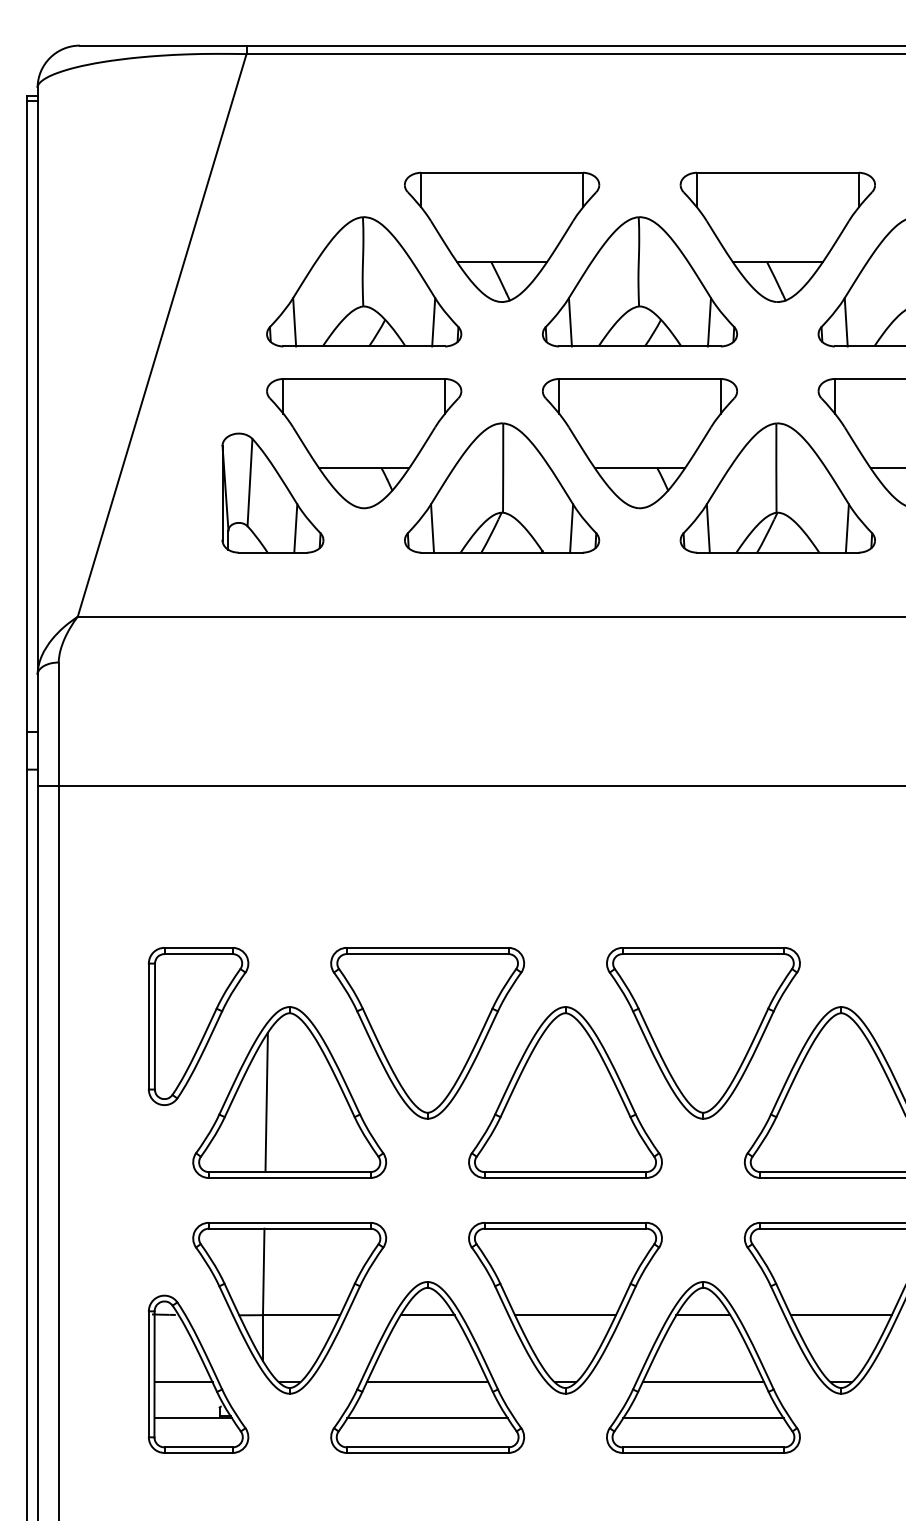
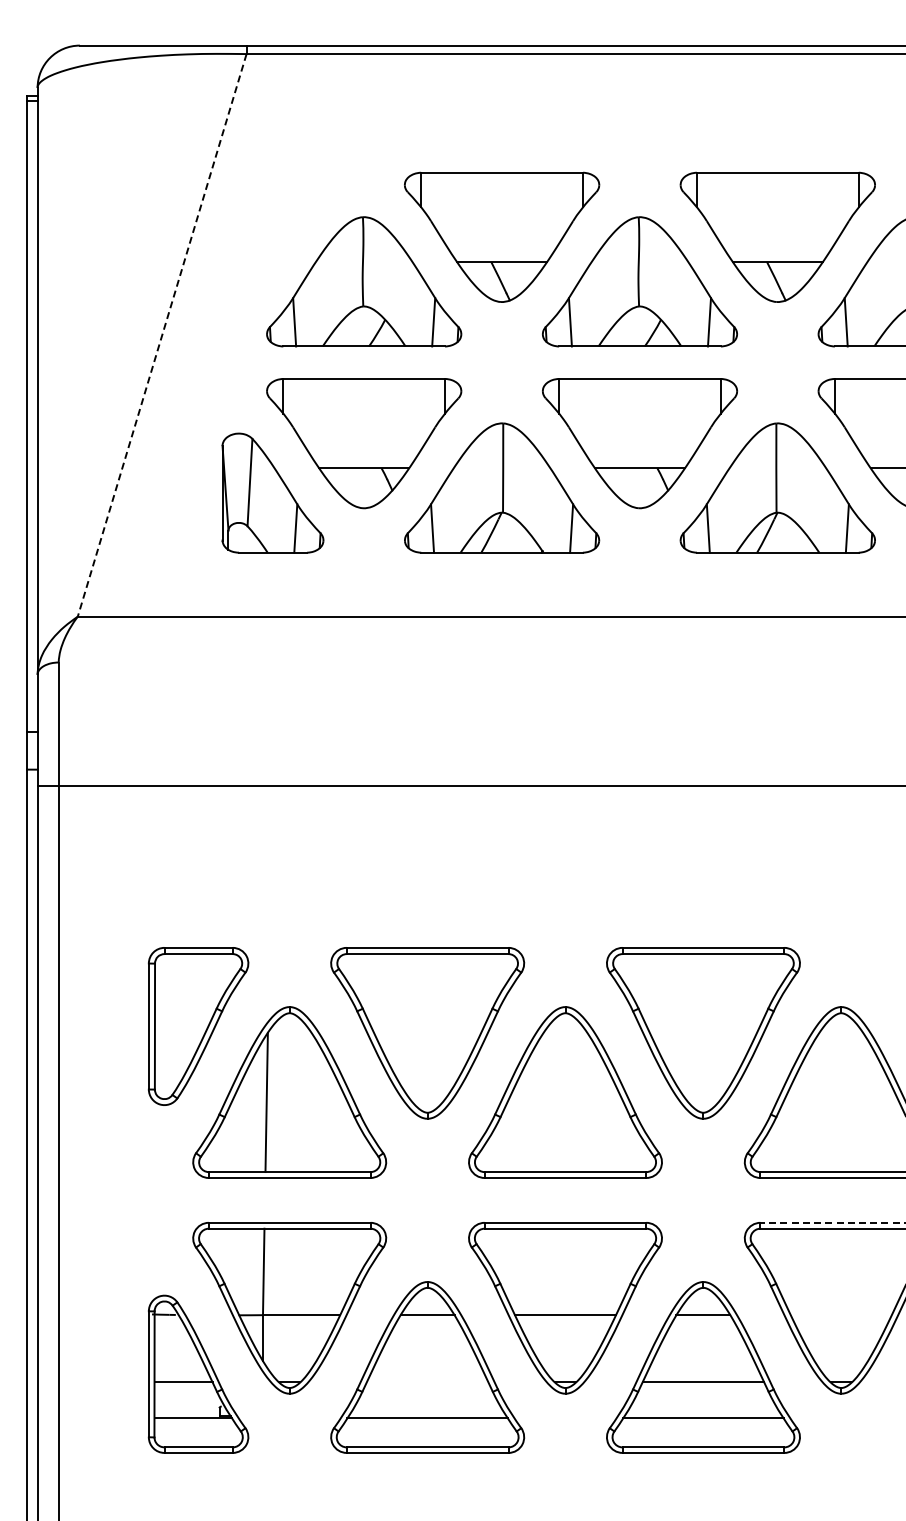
line at (162, 335): solid -> dashed
line at (832, 1222): solid -> dashed
line at (840, 1315): present -> none
line at (427, 1382): present -> none
